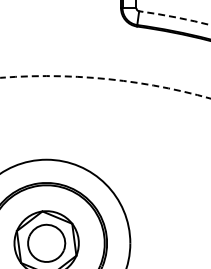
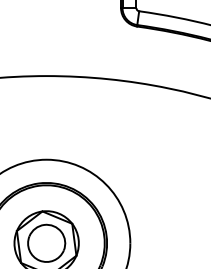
arc at (175, 17): dashed -> solid
arc at (106, 79): dashed -> solid
